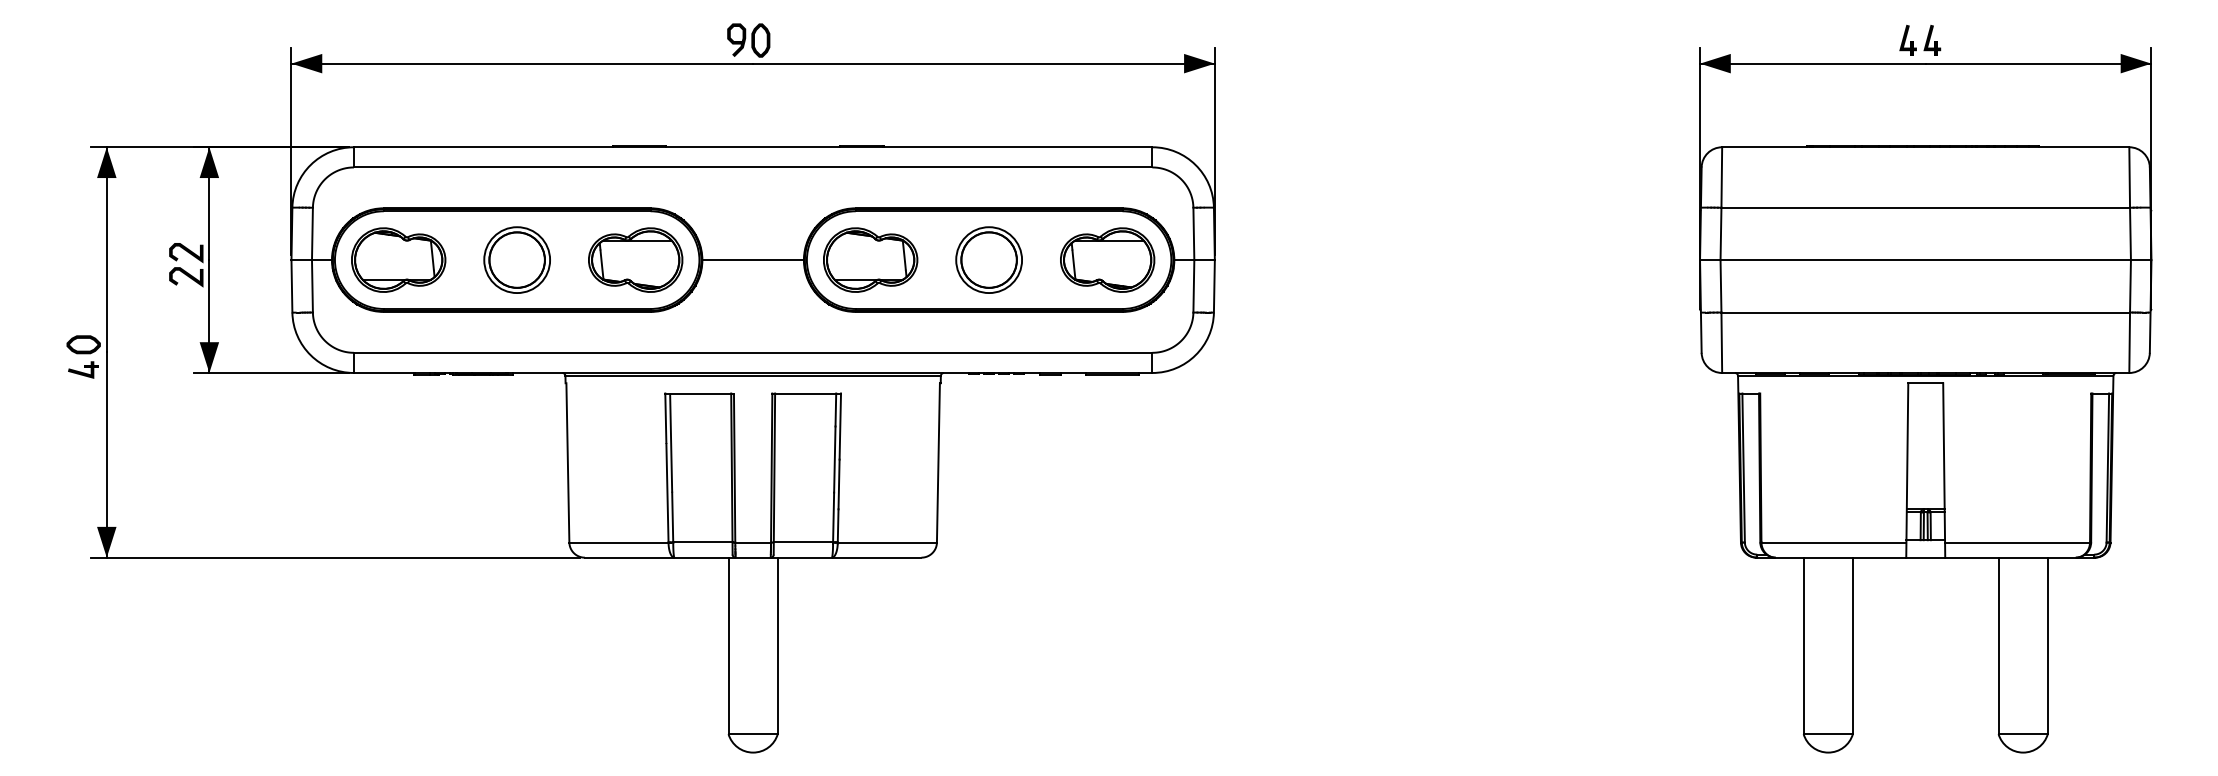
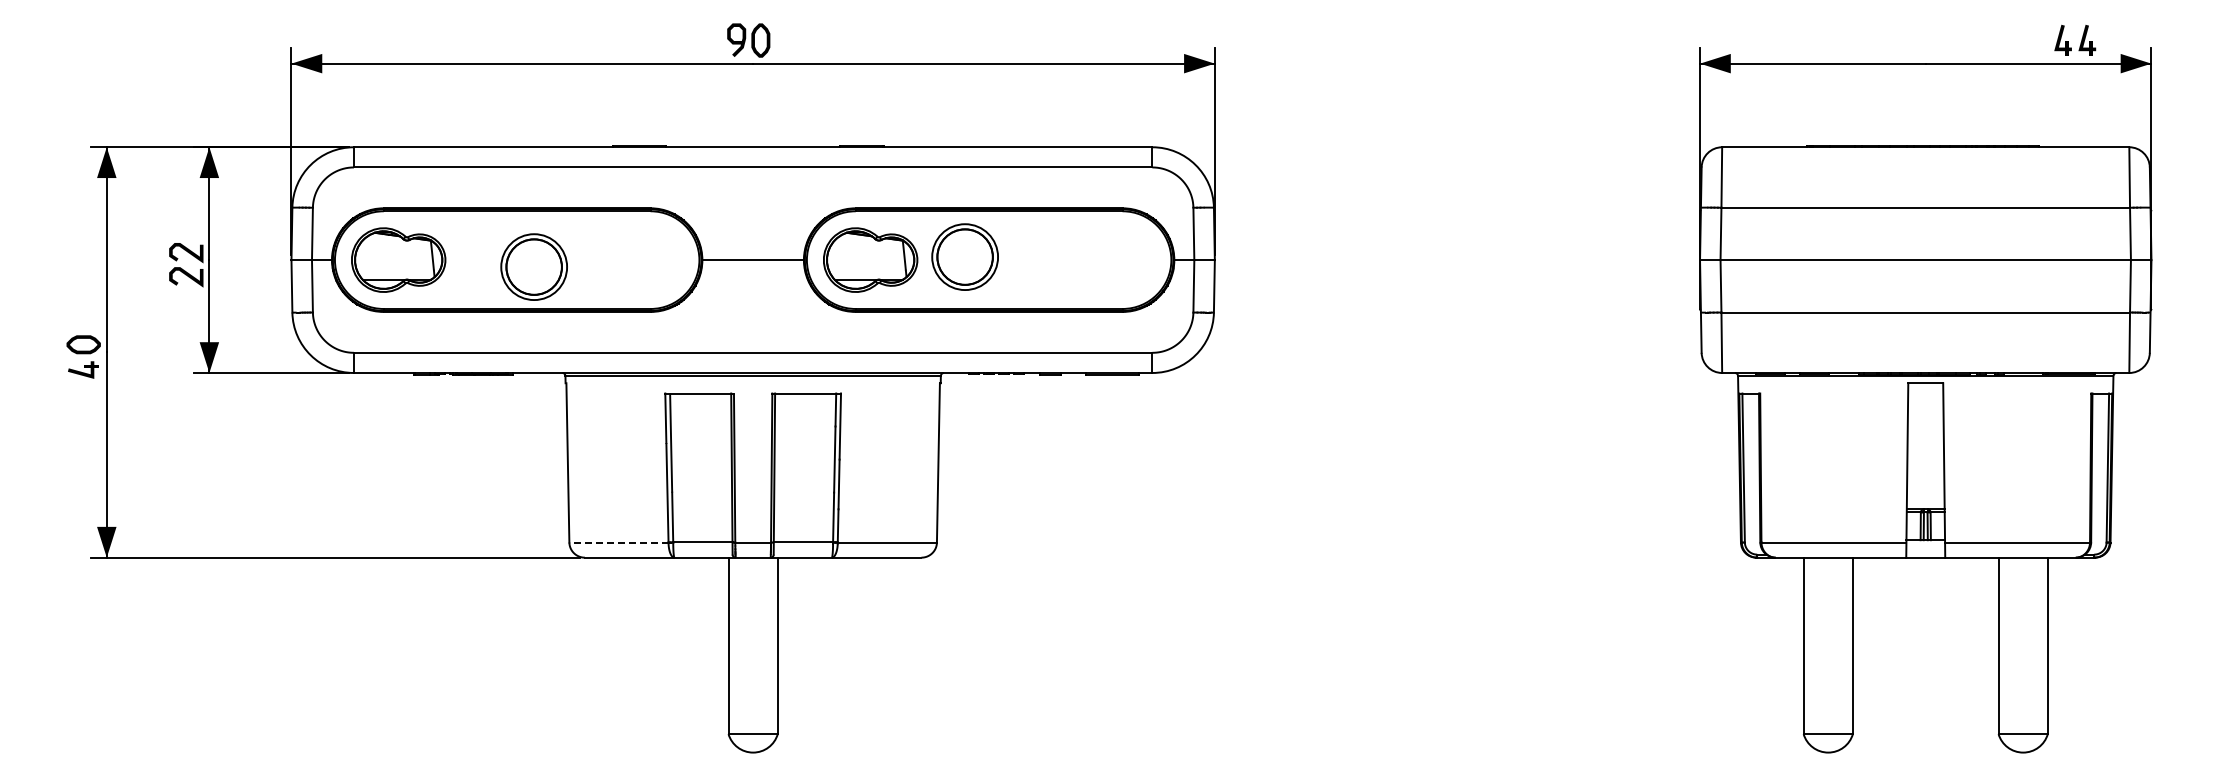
part at (1920, 39) position: (1920, 39) -> (2075, 39)
part at (516, 259) position: (516, 259) -> (533, 266)
part at (635, 259): present -> none
part at (988, 259) position: (988, 259) -> (964, 256)
part at (1107, 259): present -> none
line at (618, 542): solid -> dashed
